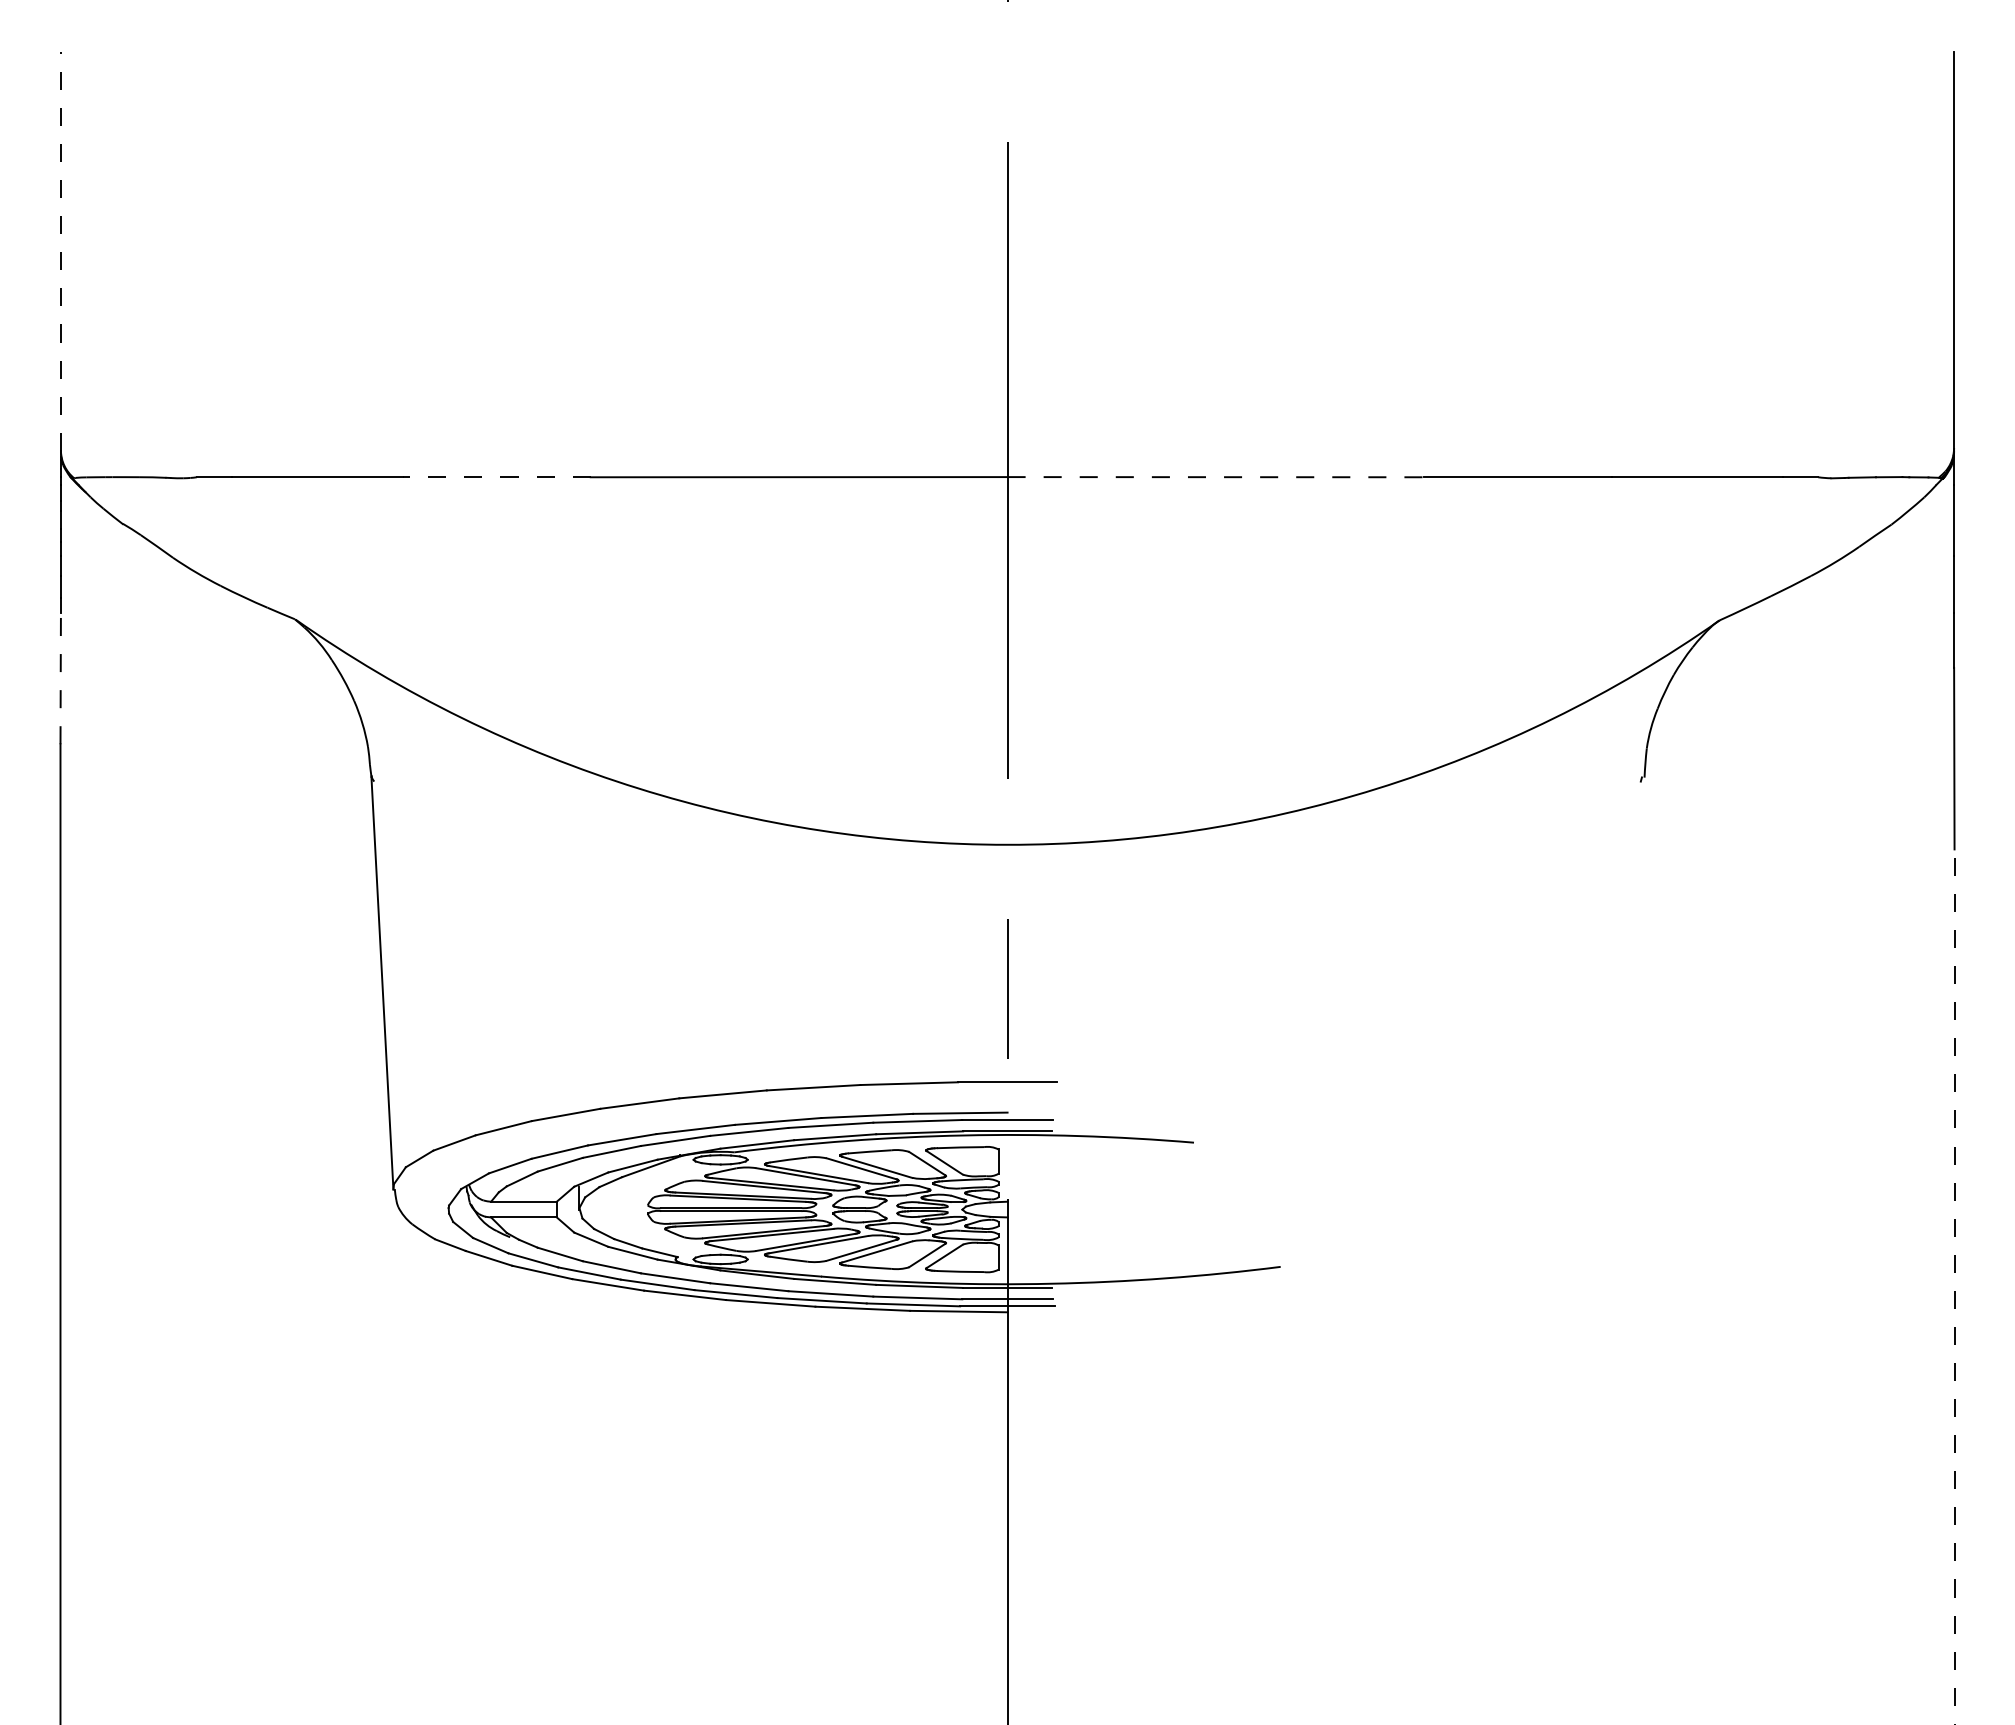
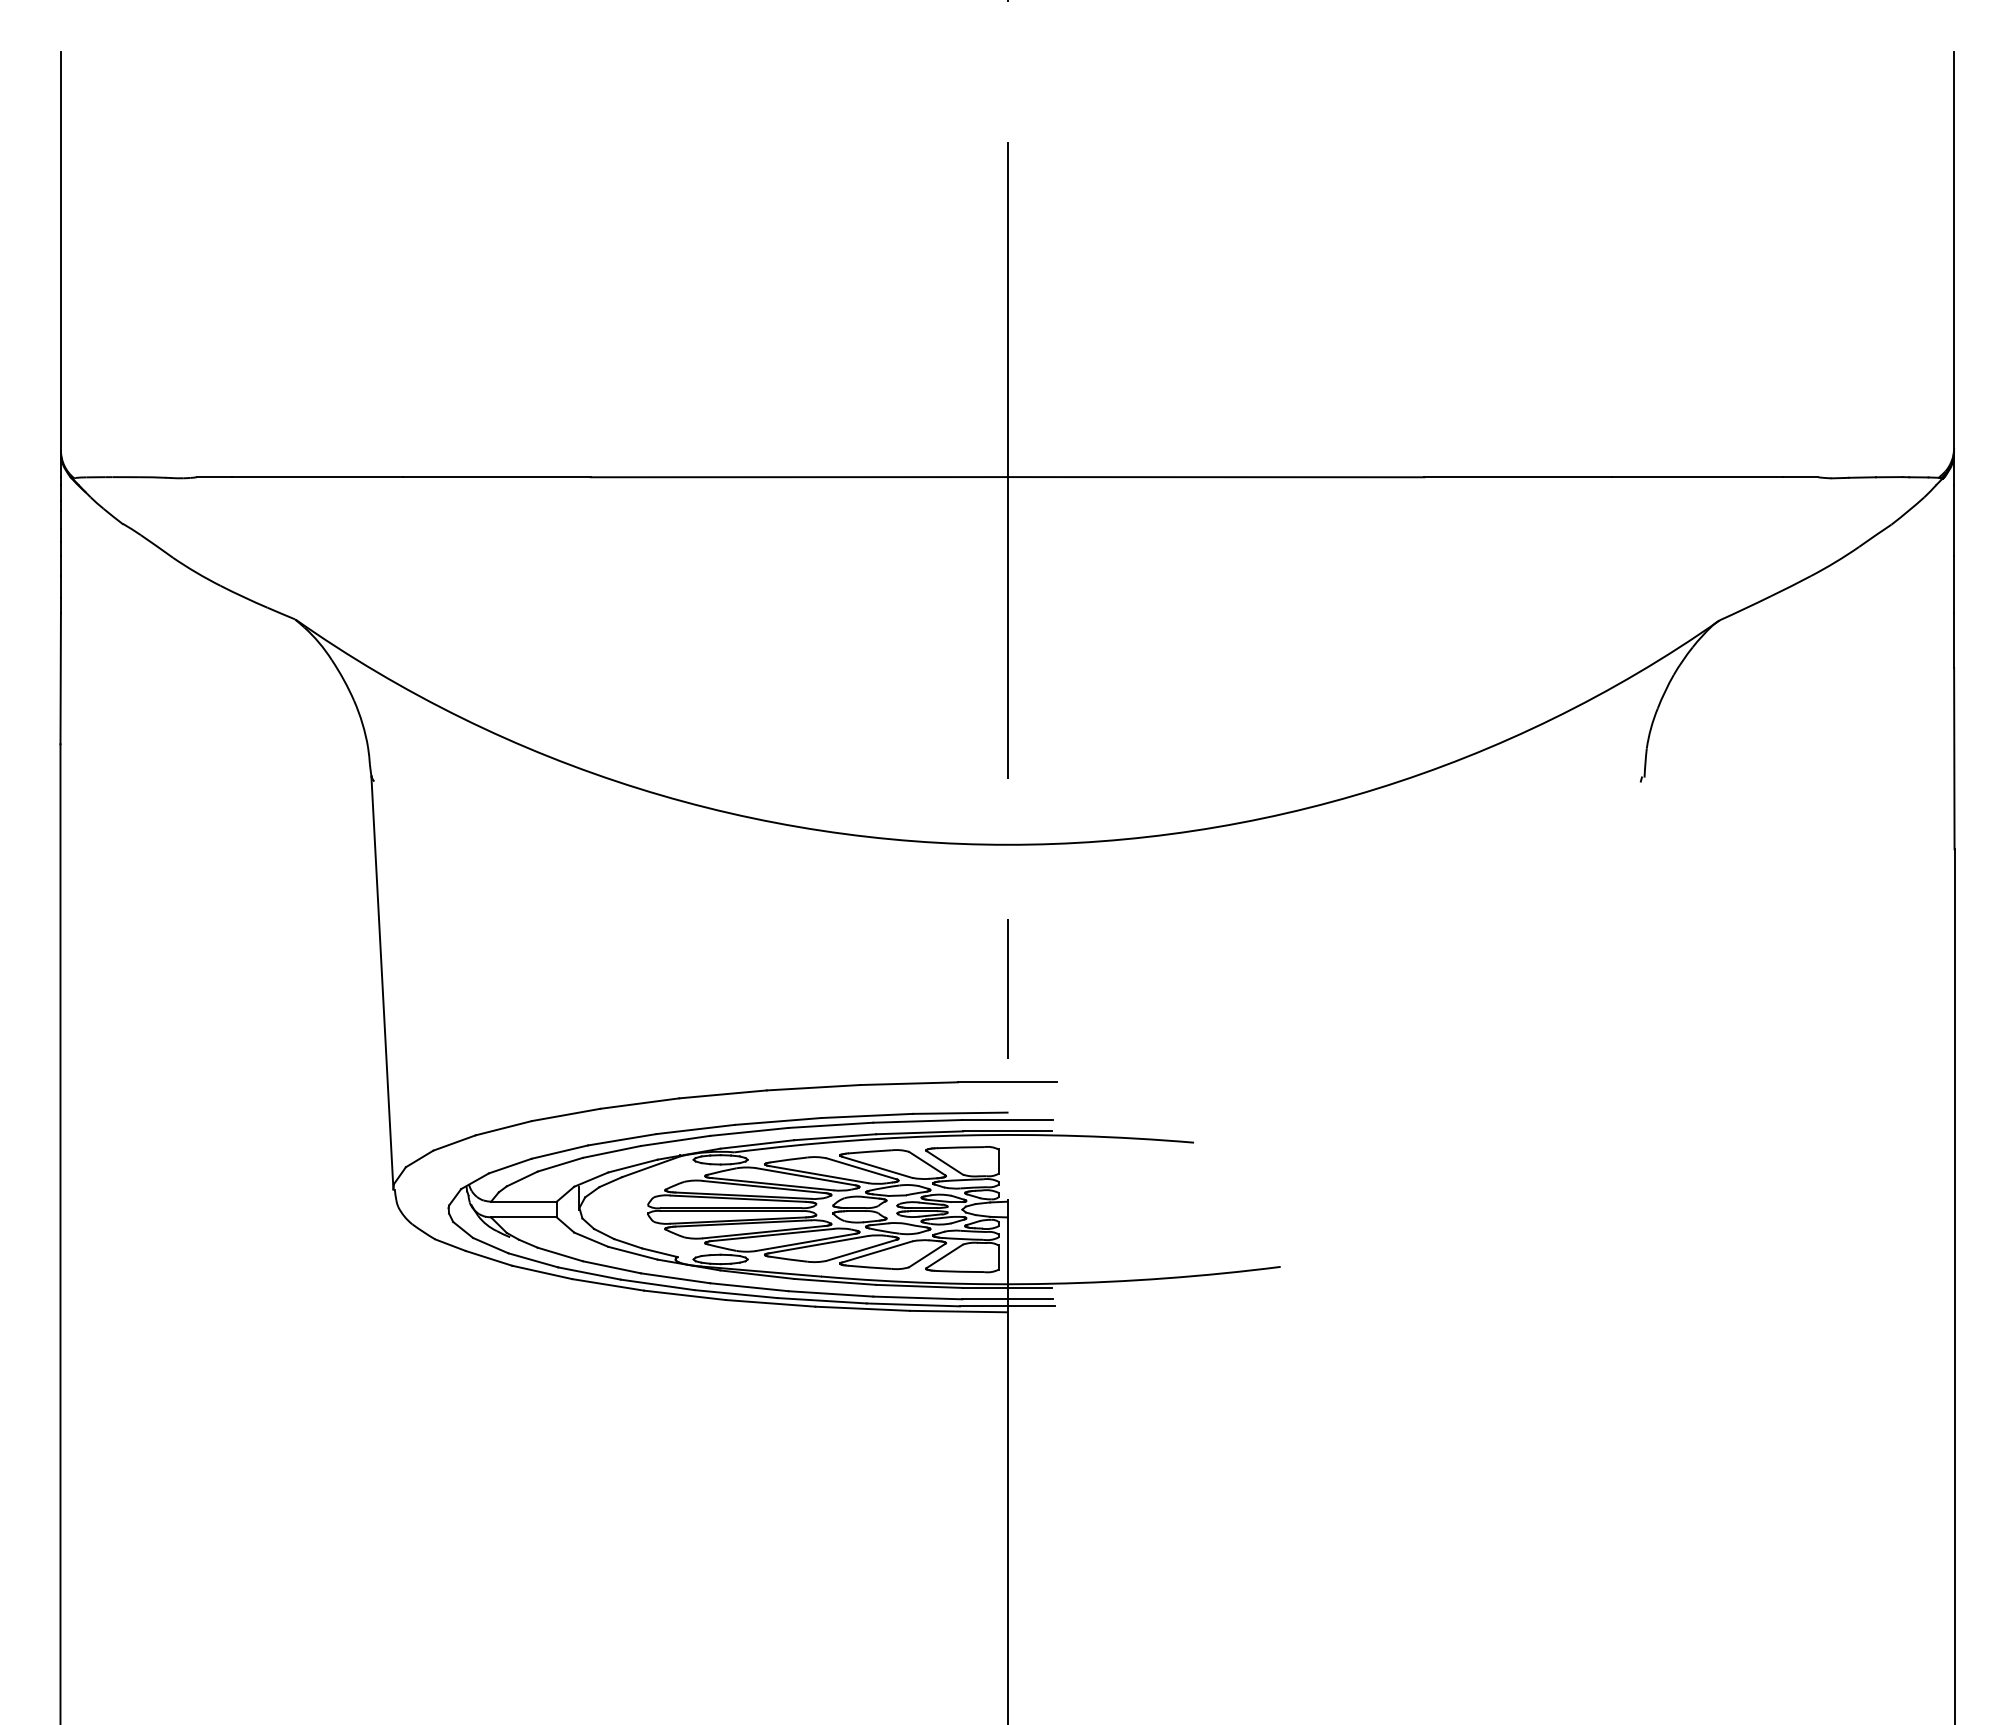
line at (60, 251): dashed -> solid
line at (496, 477): dashed -> solid
line at (1216, 477): dashed -> solid
line at (60, 678): dashed -> solid
line at (1954, 1286): dashed -> solid
